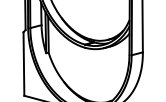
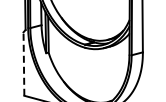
line at (23, 64): solid -> dashed
